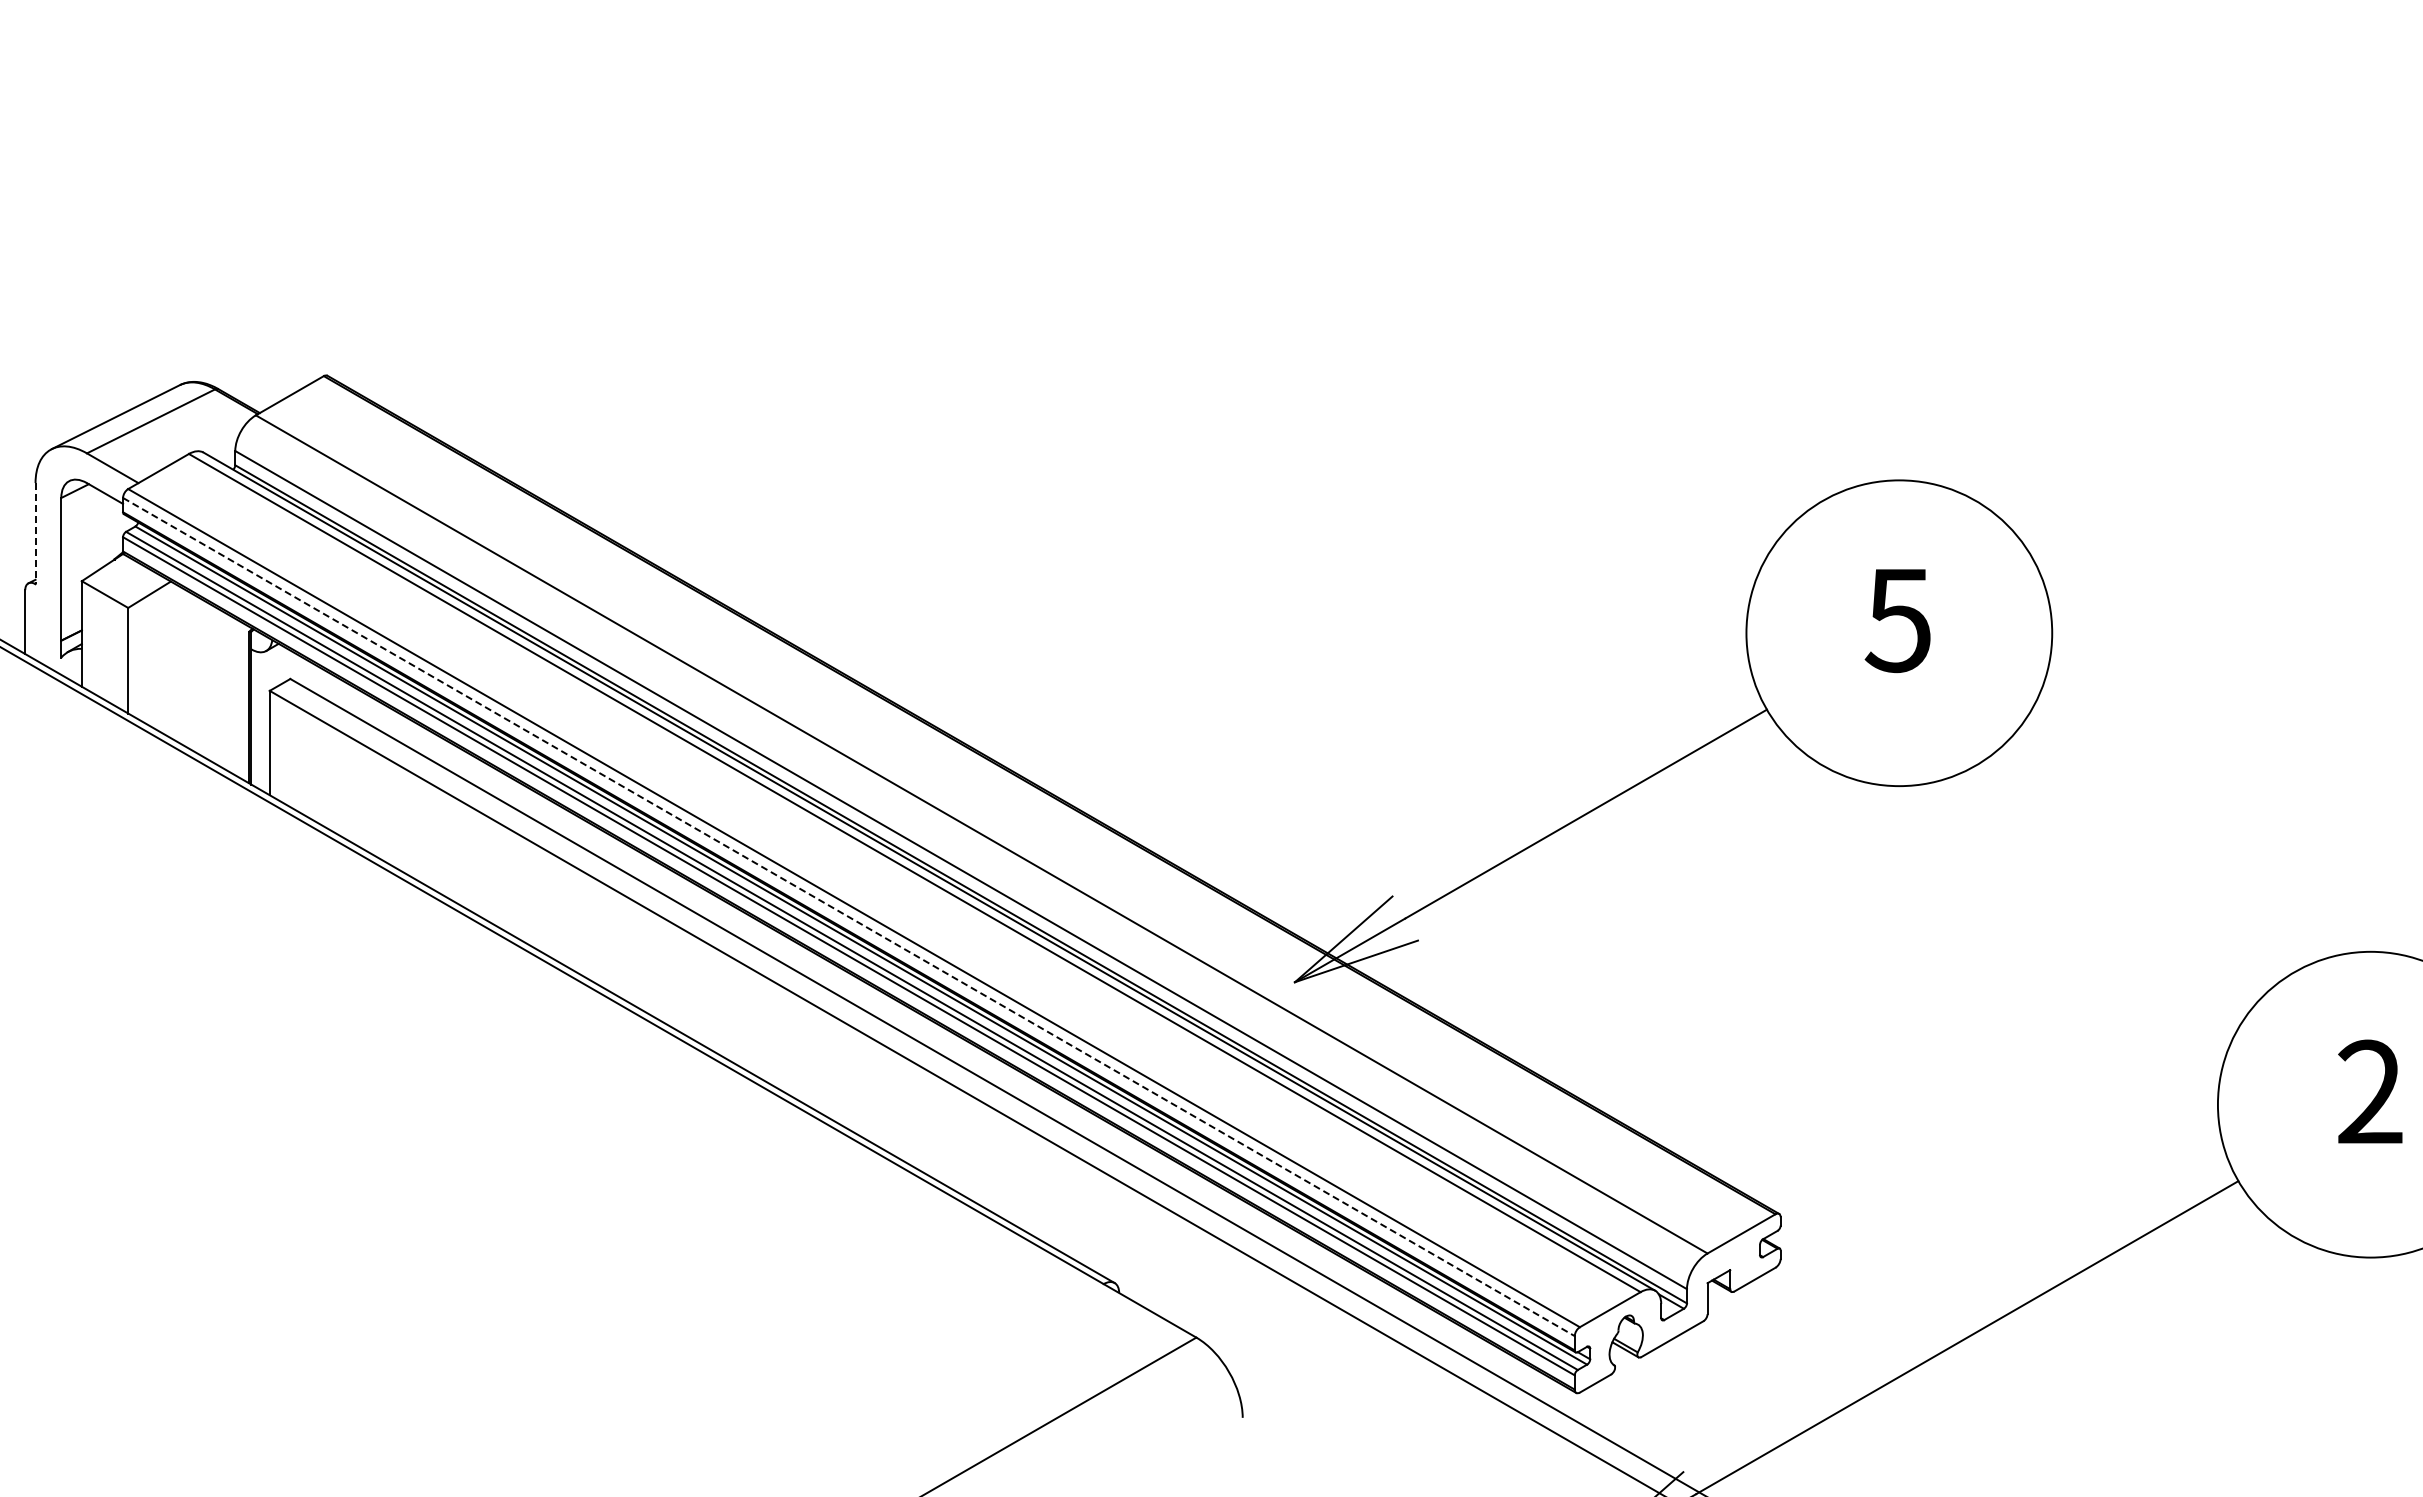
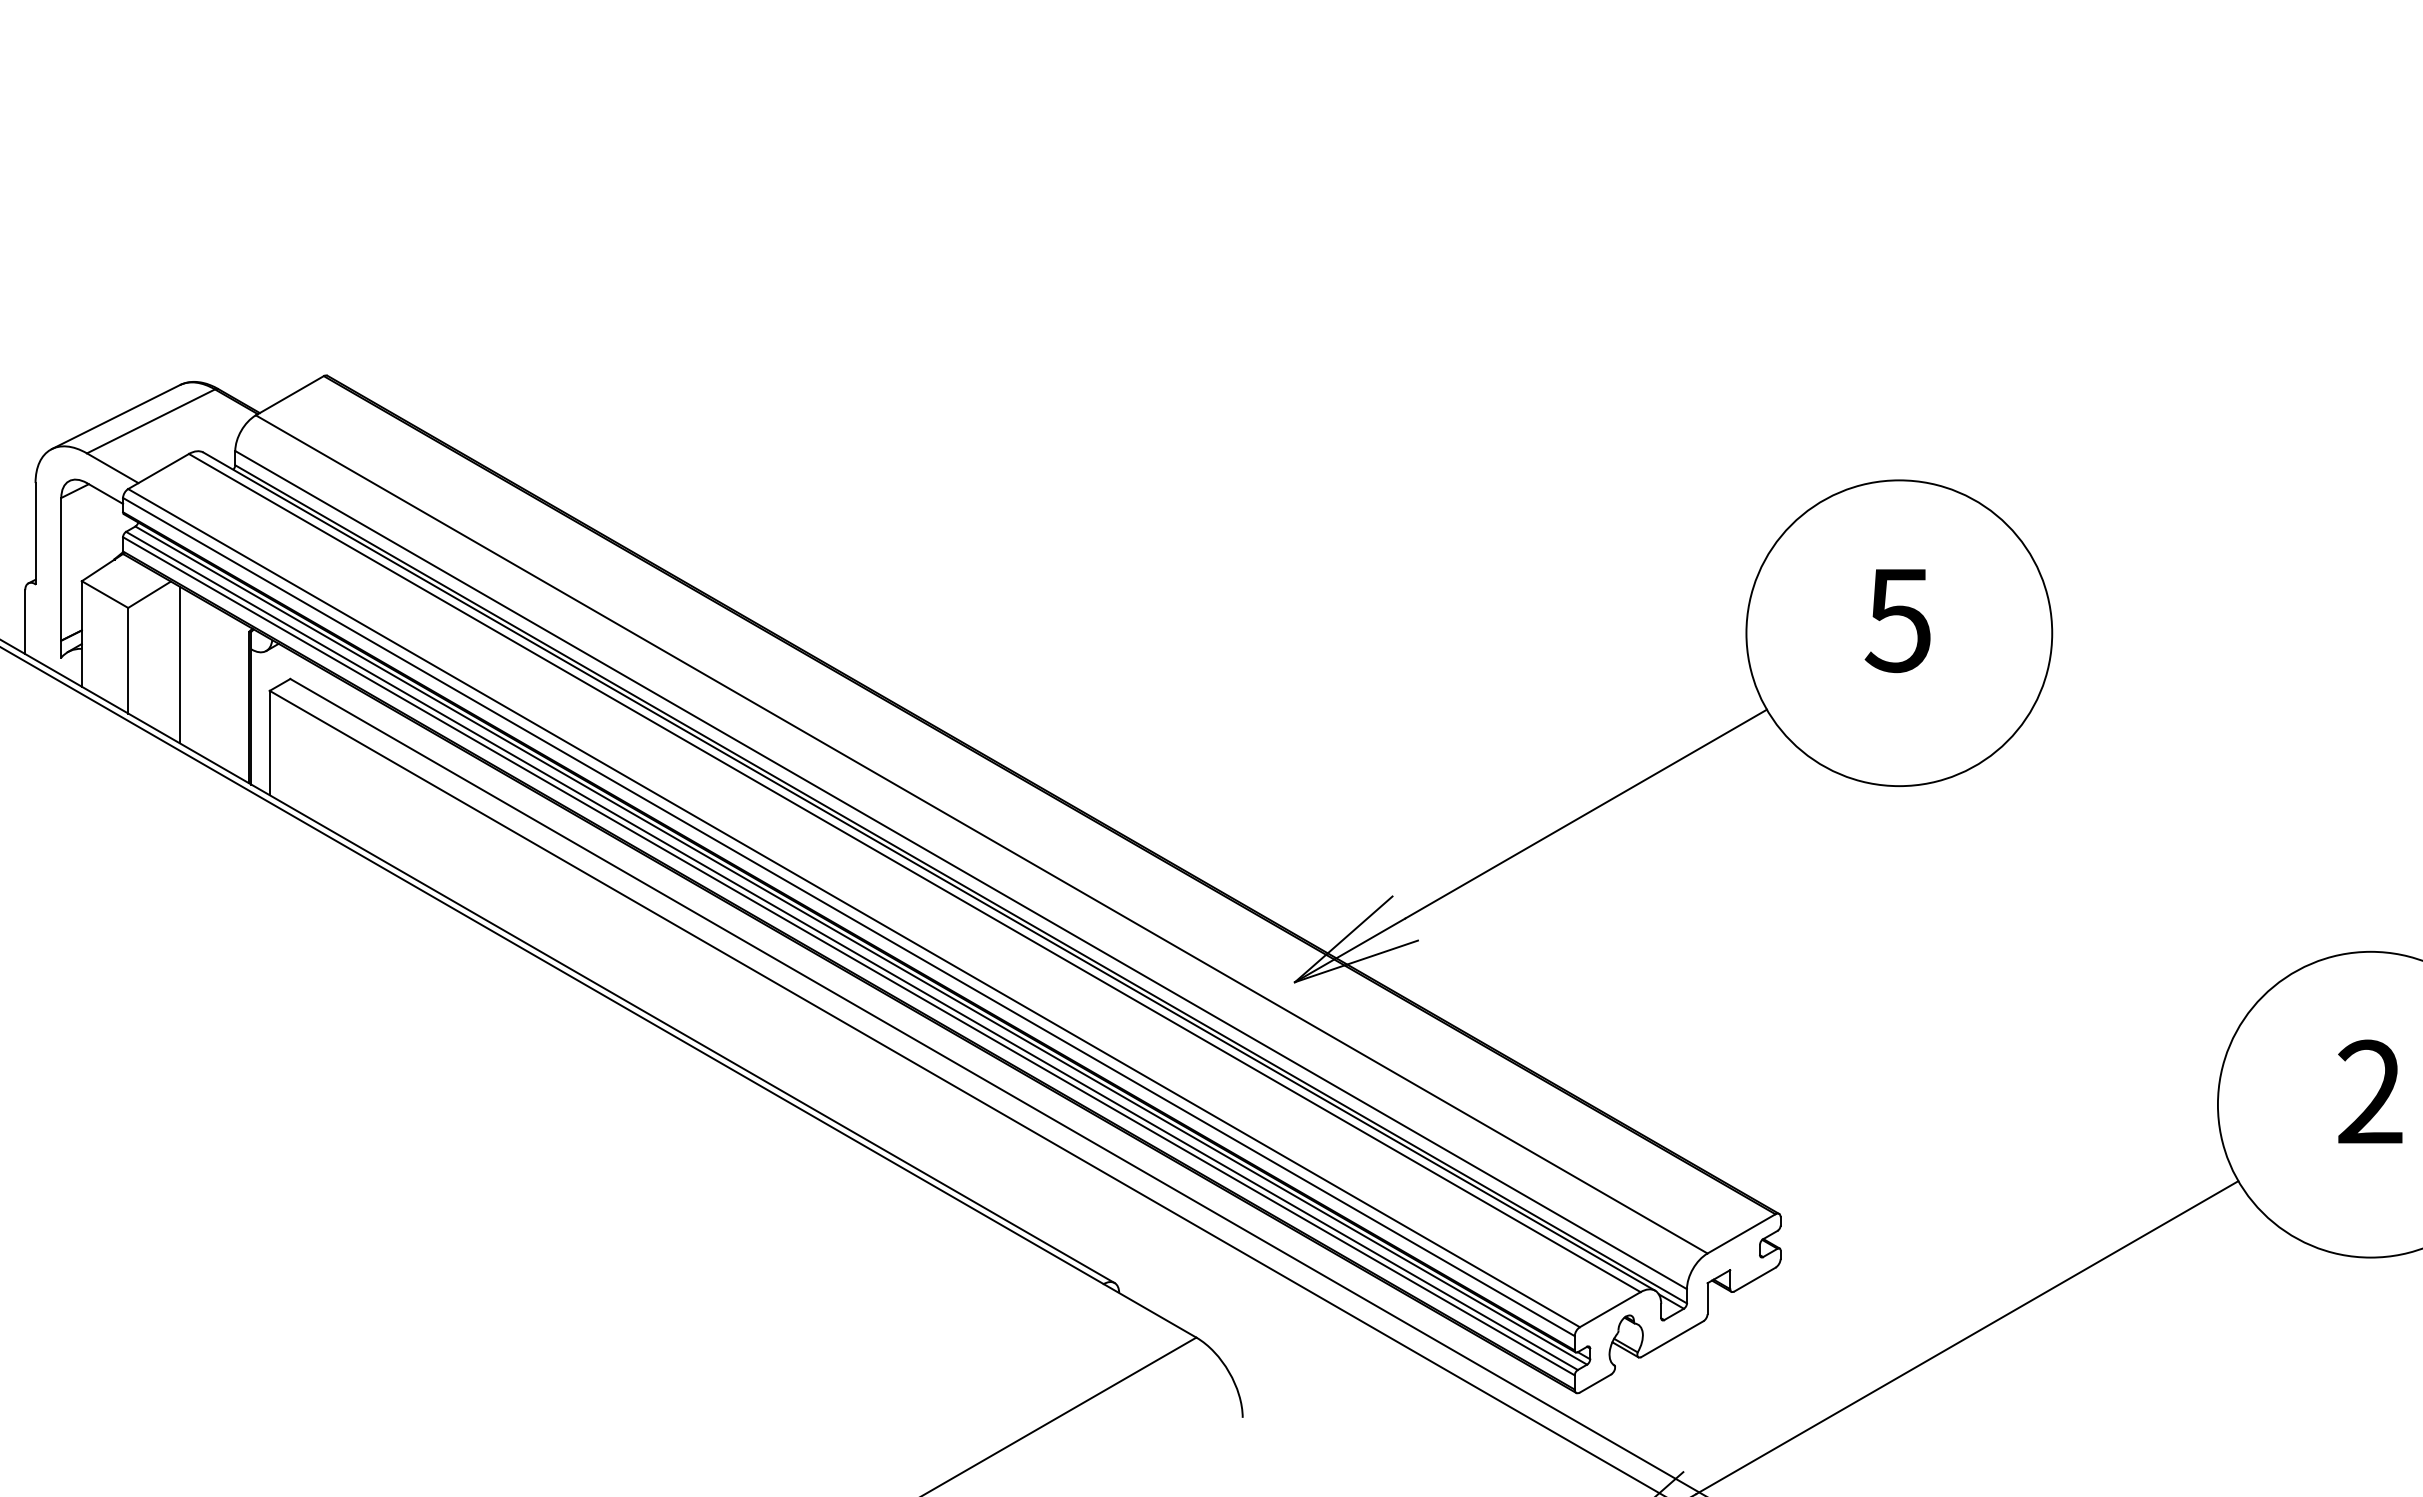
line at (35, 533): dashed -> solid
line at (179, 664): none -> present
line at (849, 917): dashed -> solid
